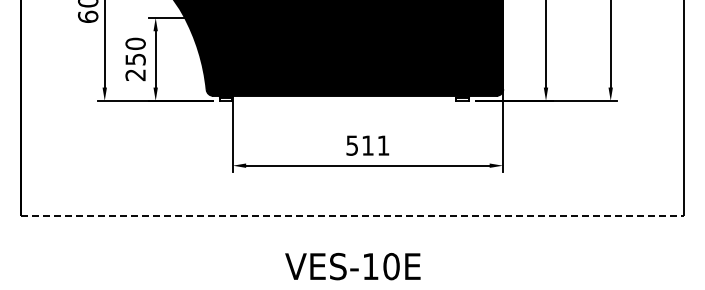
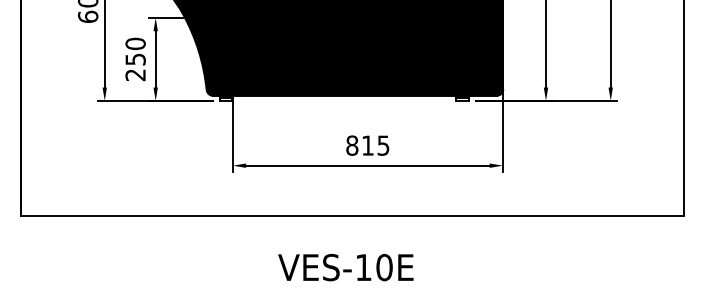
text at (367, 145): 511 -> 815
line at (353, 216): dashed -> solid
text at (352, 266) position: (352, 266) -> (345, 267)
